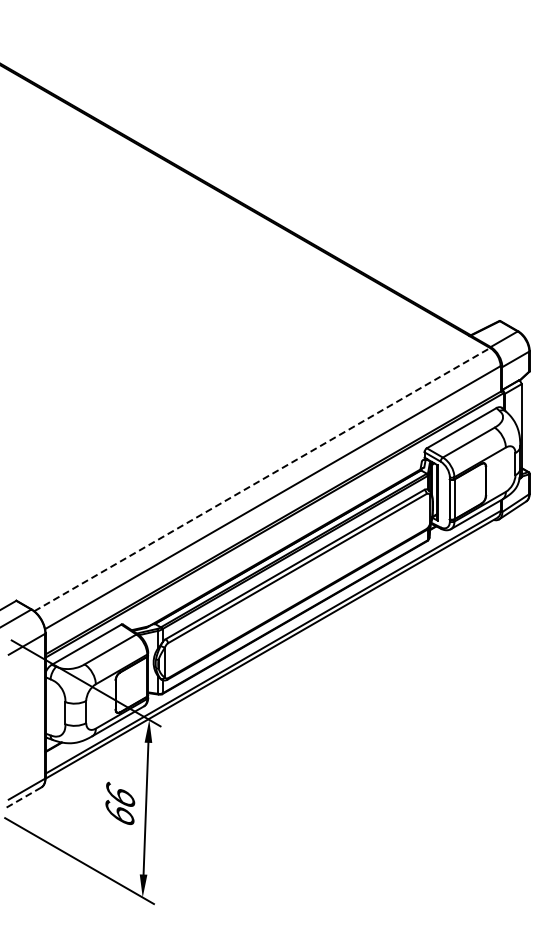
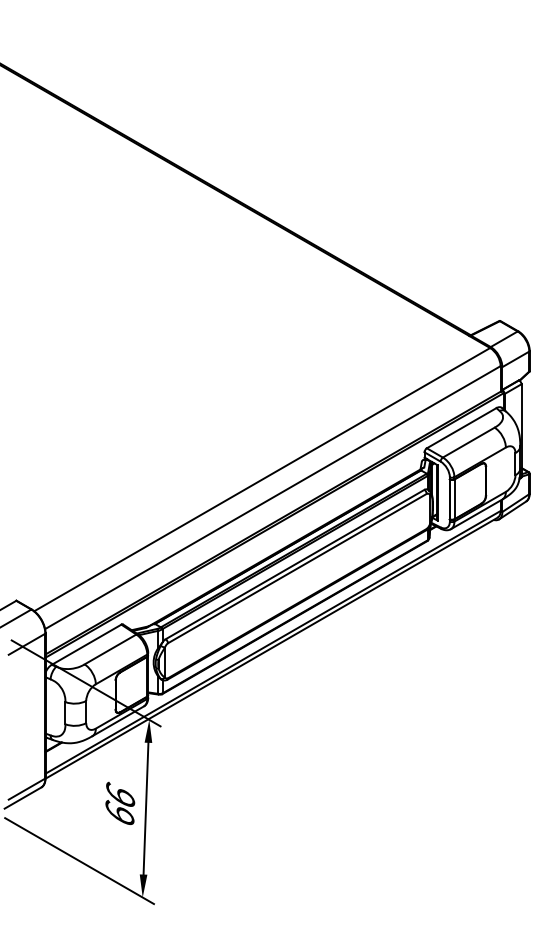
line at (262, 479): dashed -> solid
line at (22, 798): dashed -> solid
